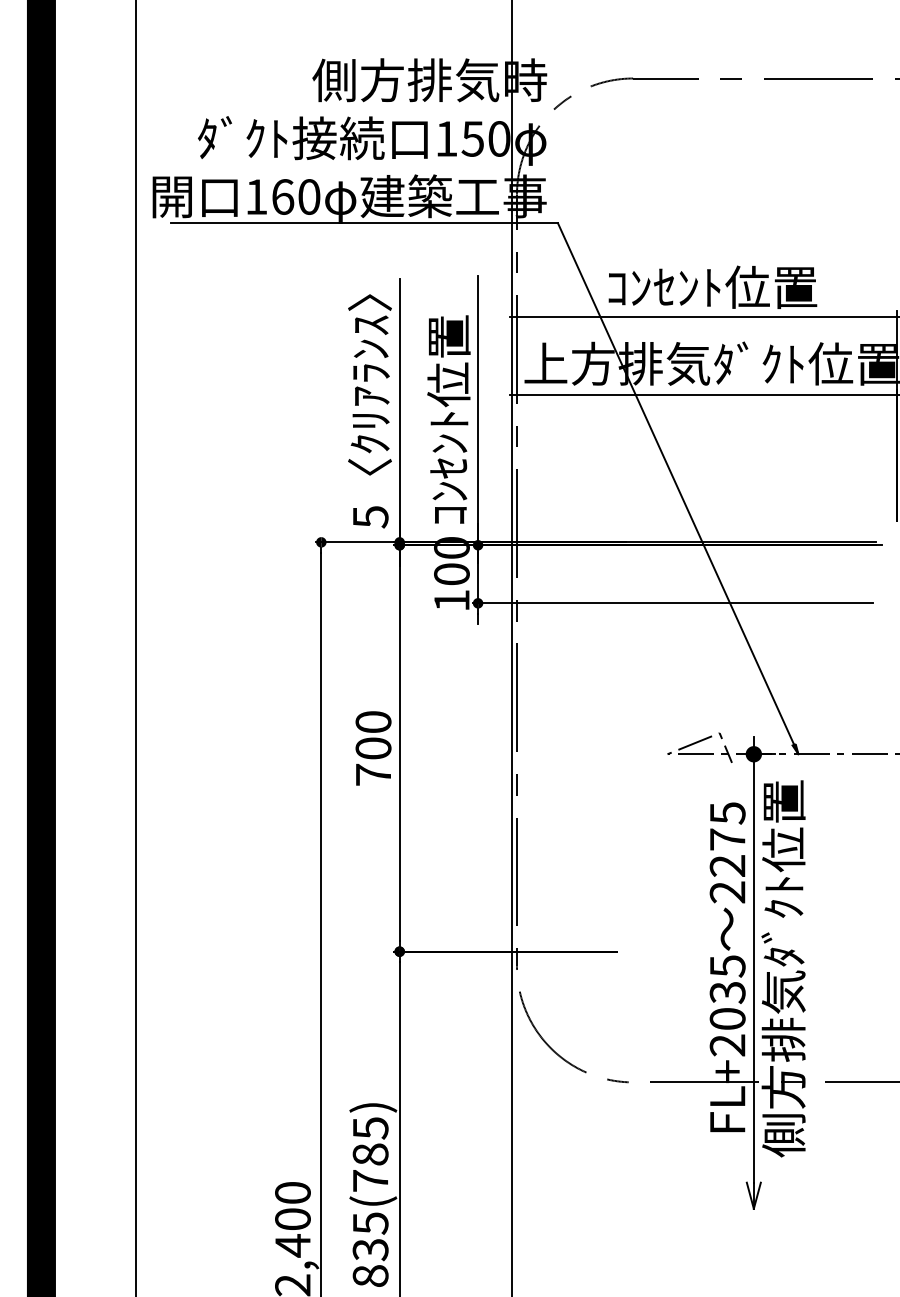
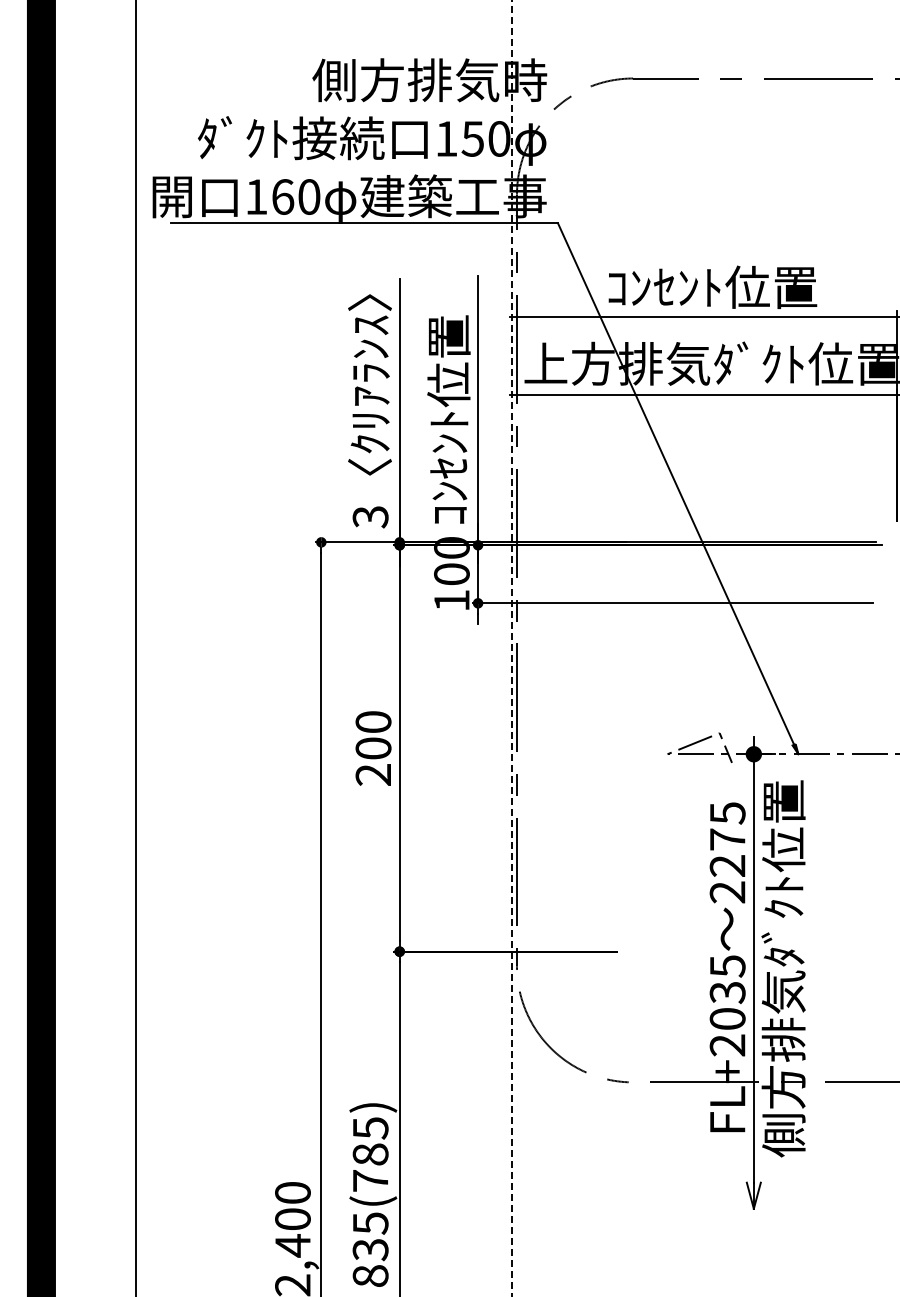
text at (370, 517): 5 -> 3
line at (511, 648): solid -> dashed
text at (372, 774): 700 -> 200
